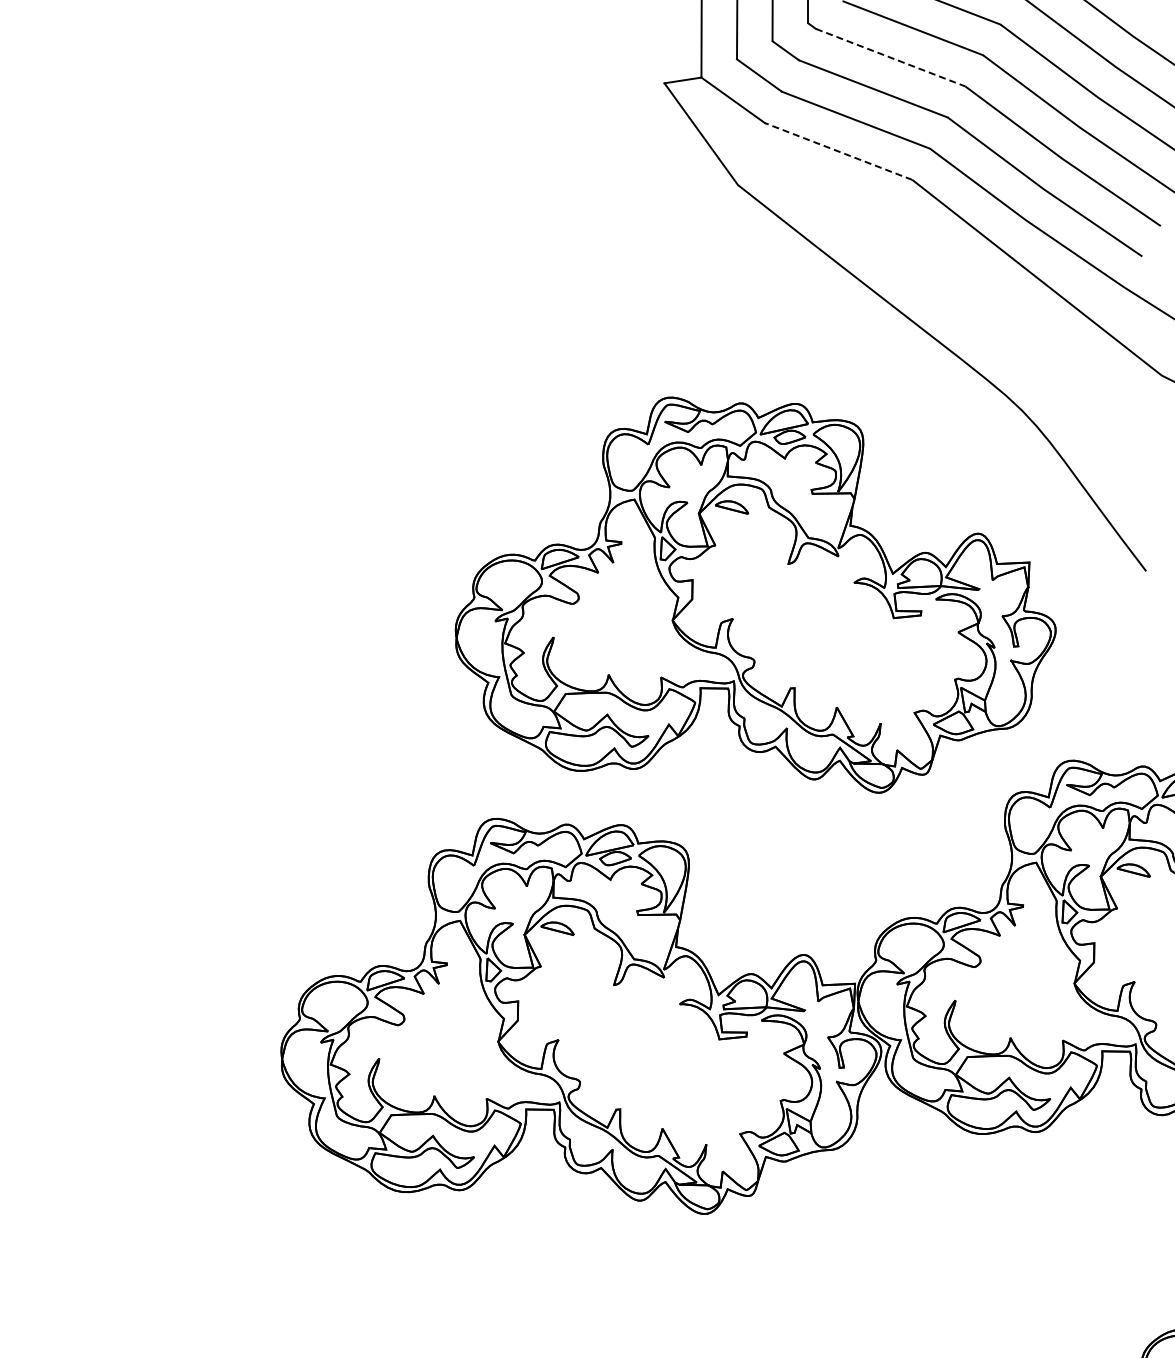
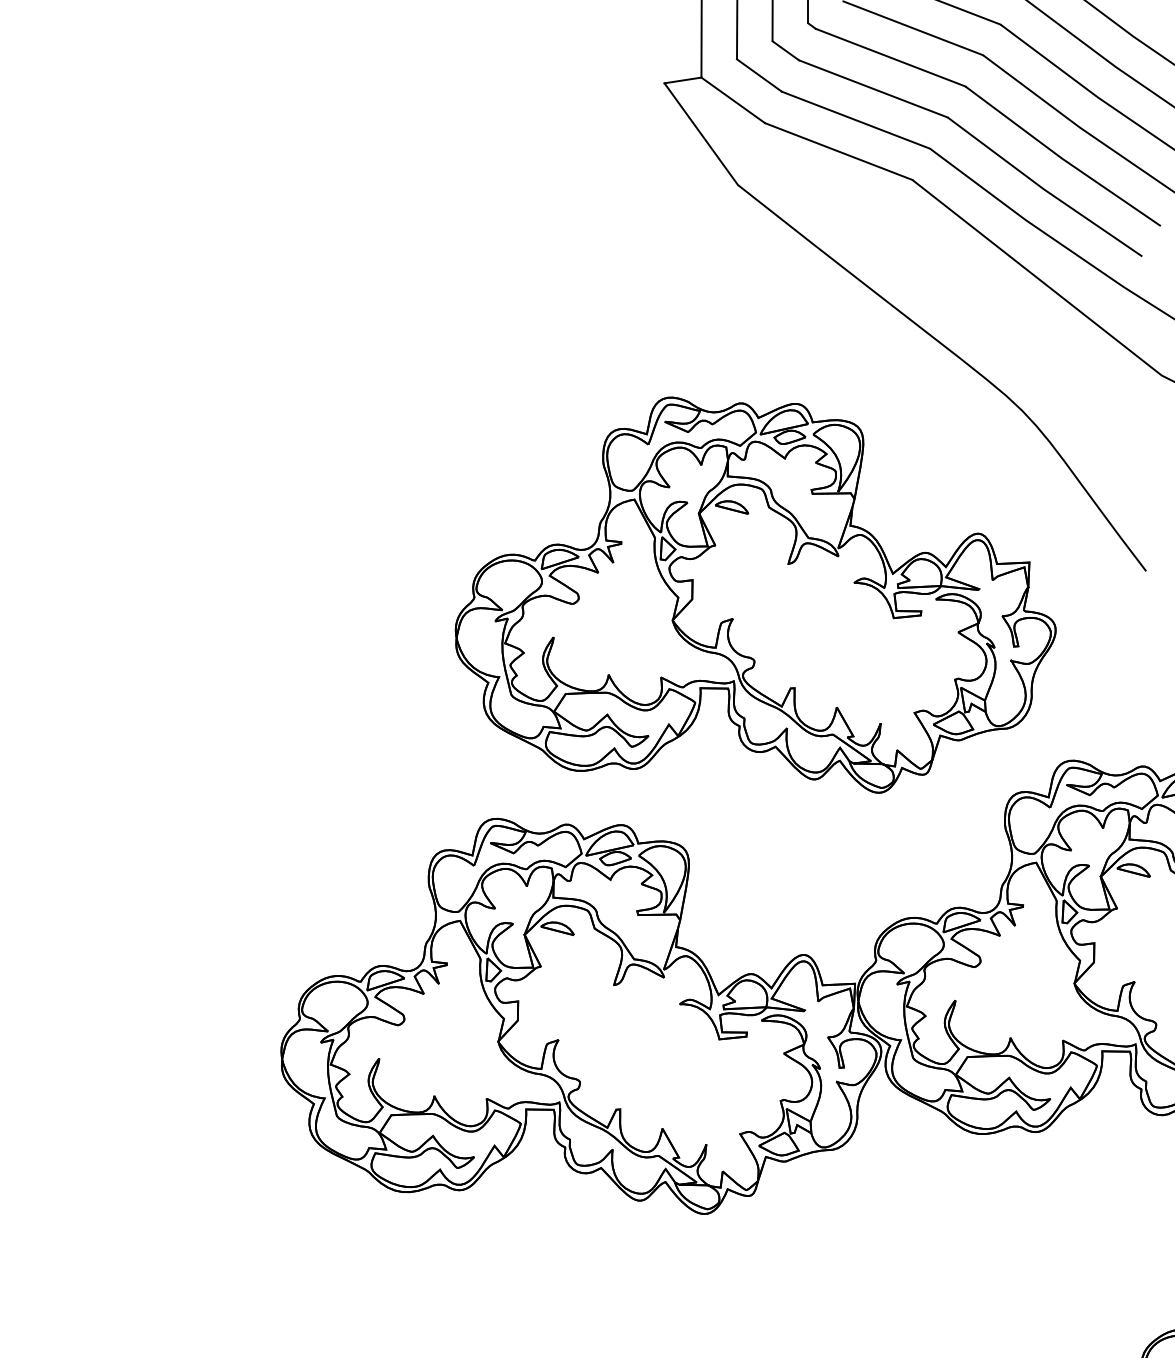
line at (891, 57): dashed -> solid
line at (838, 151): dashed -> solid
